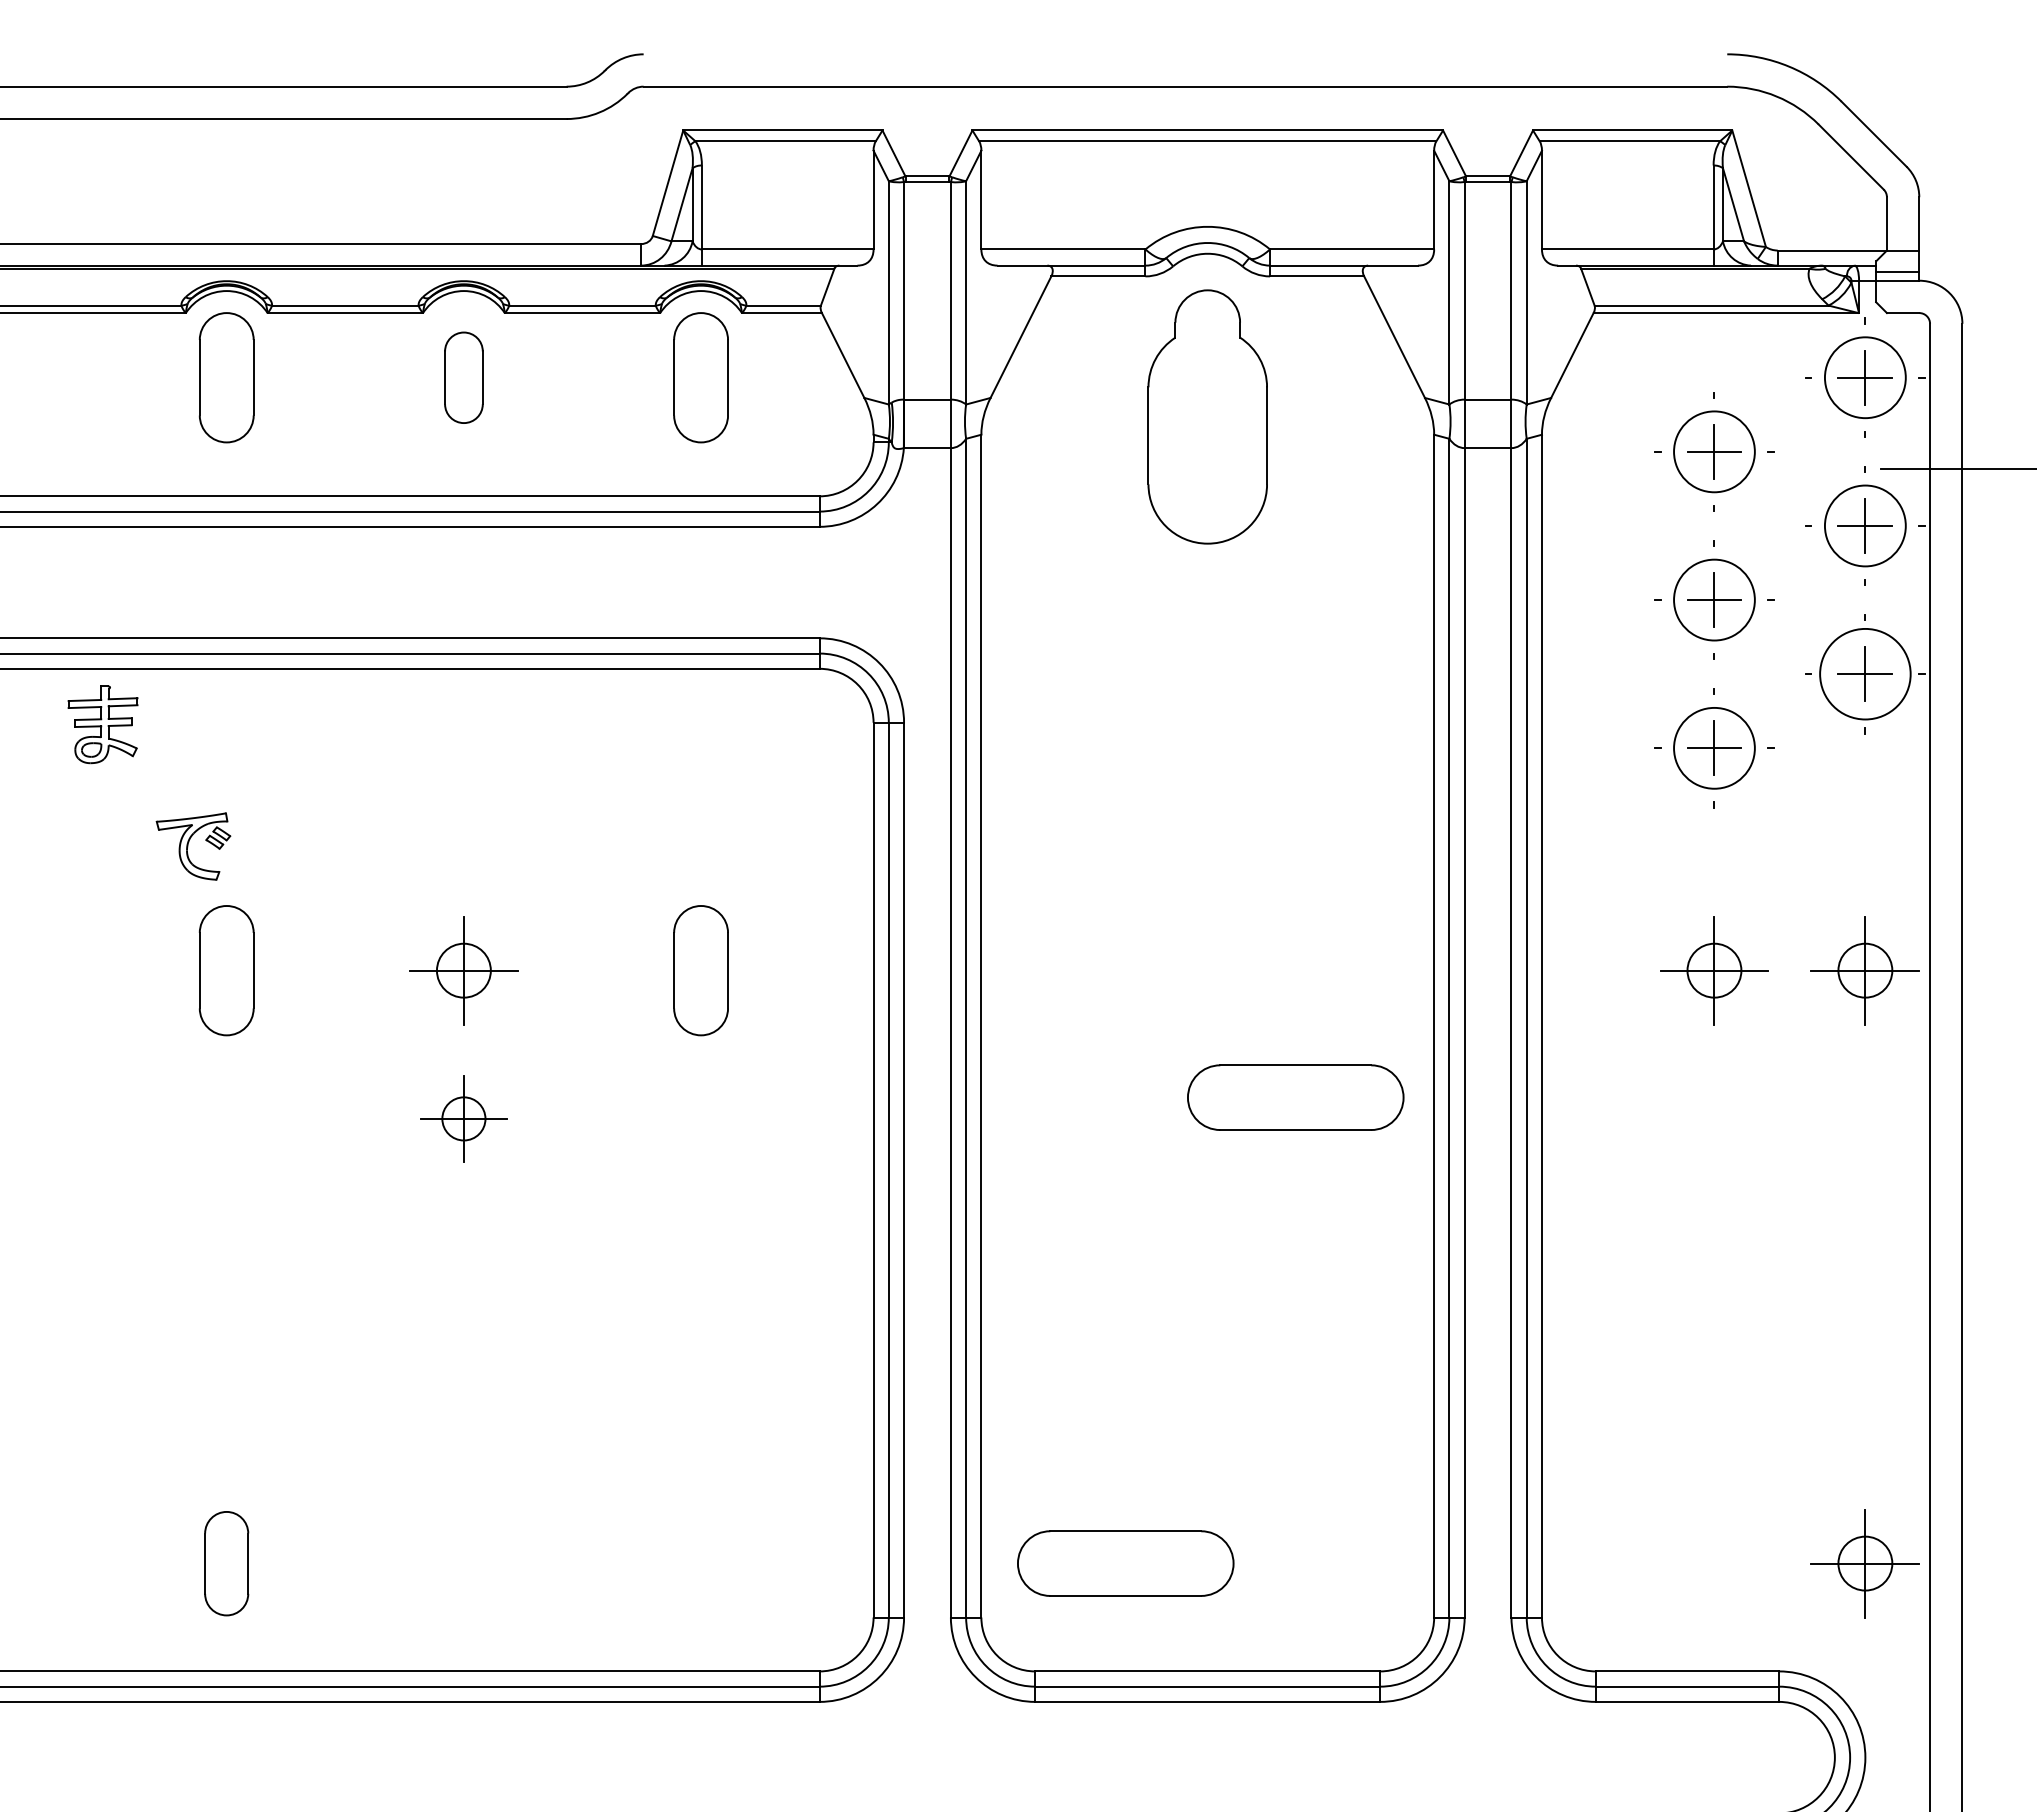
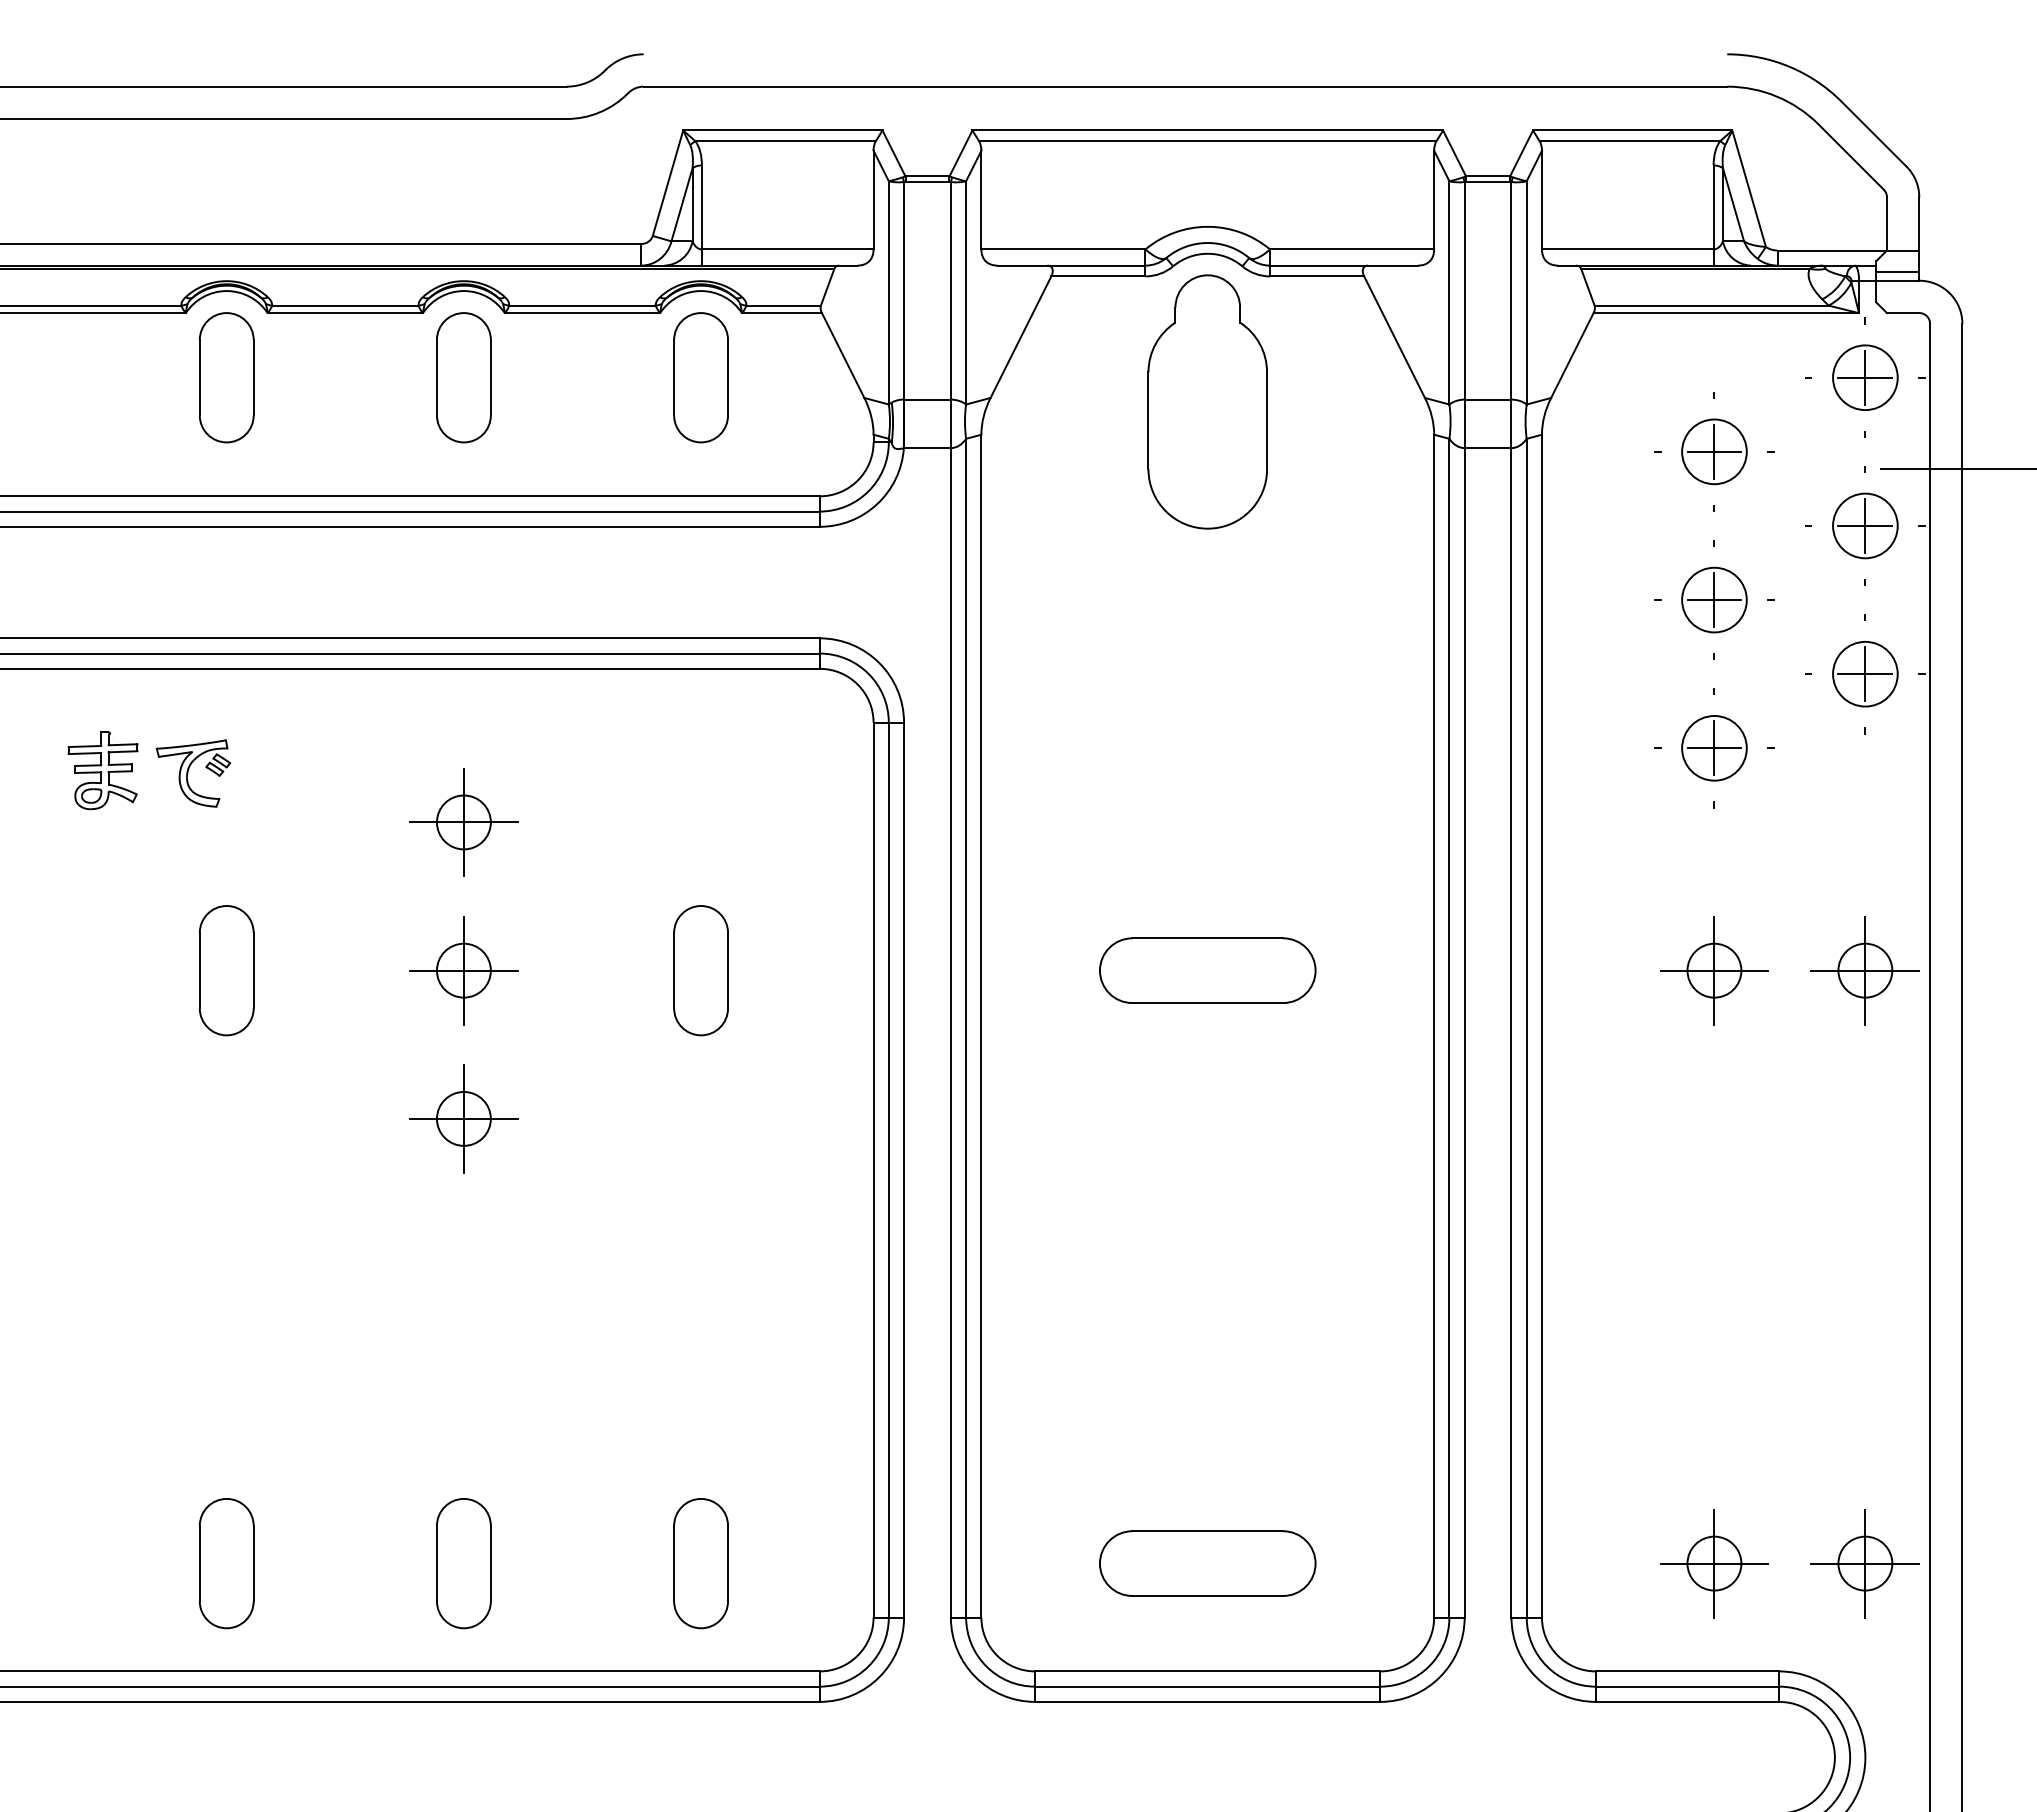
part at (463, 377) size: 40x93 px -> 56x132 px
circle at (1864, 377) diameter: 81 px -> 65 px
part at (1207, 416) position: (1207, 416) -> (1207, 401)
circle at (1714, 451) diameter: 81 px -> 65 px
circle at (1864, 525) diameter: 81 px -> 65 px
circle at (1714, 599) diameter: 81 px -> 65 px
circle at (1865, 673) diameter: 91 px -> 65 px
part at (102, 724) position: (102, 724) -> (102, 770)
circle at (1714, 747) diameter: 81 px -> 65 px
part at (463, 822): none -> present
part at (193, 846) position: (193, 846) -> (193, 773)
part at (1295, 1097) position: (1295, 1097) -> (1207, 970)
part at (463, 1118) size: 88x88 px -> 110x110 px
part at (226, 1563) size: 46x106 px -> 57x132 px
part at (463, 1563): none -> present
part at (700, 1563): none -> present
part at (1125, 1563) position: (1125, 1563) -> (1207, 1563)
part at (1714, 1563): none -> present
